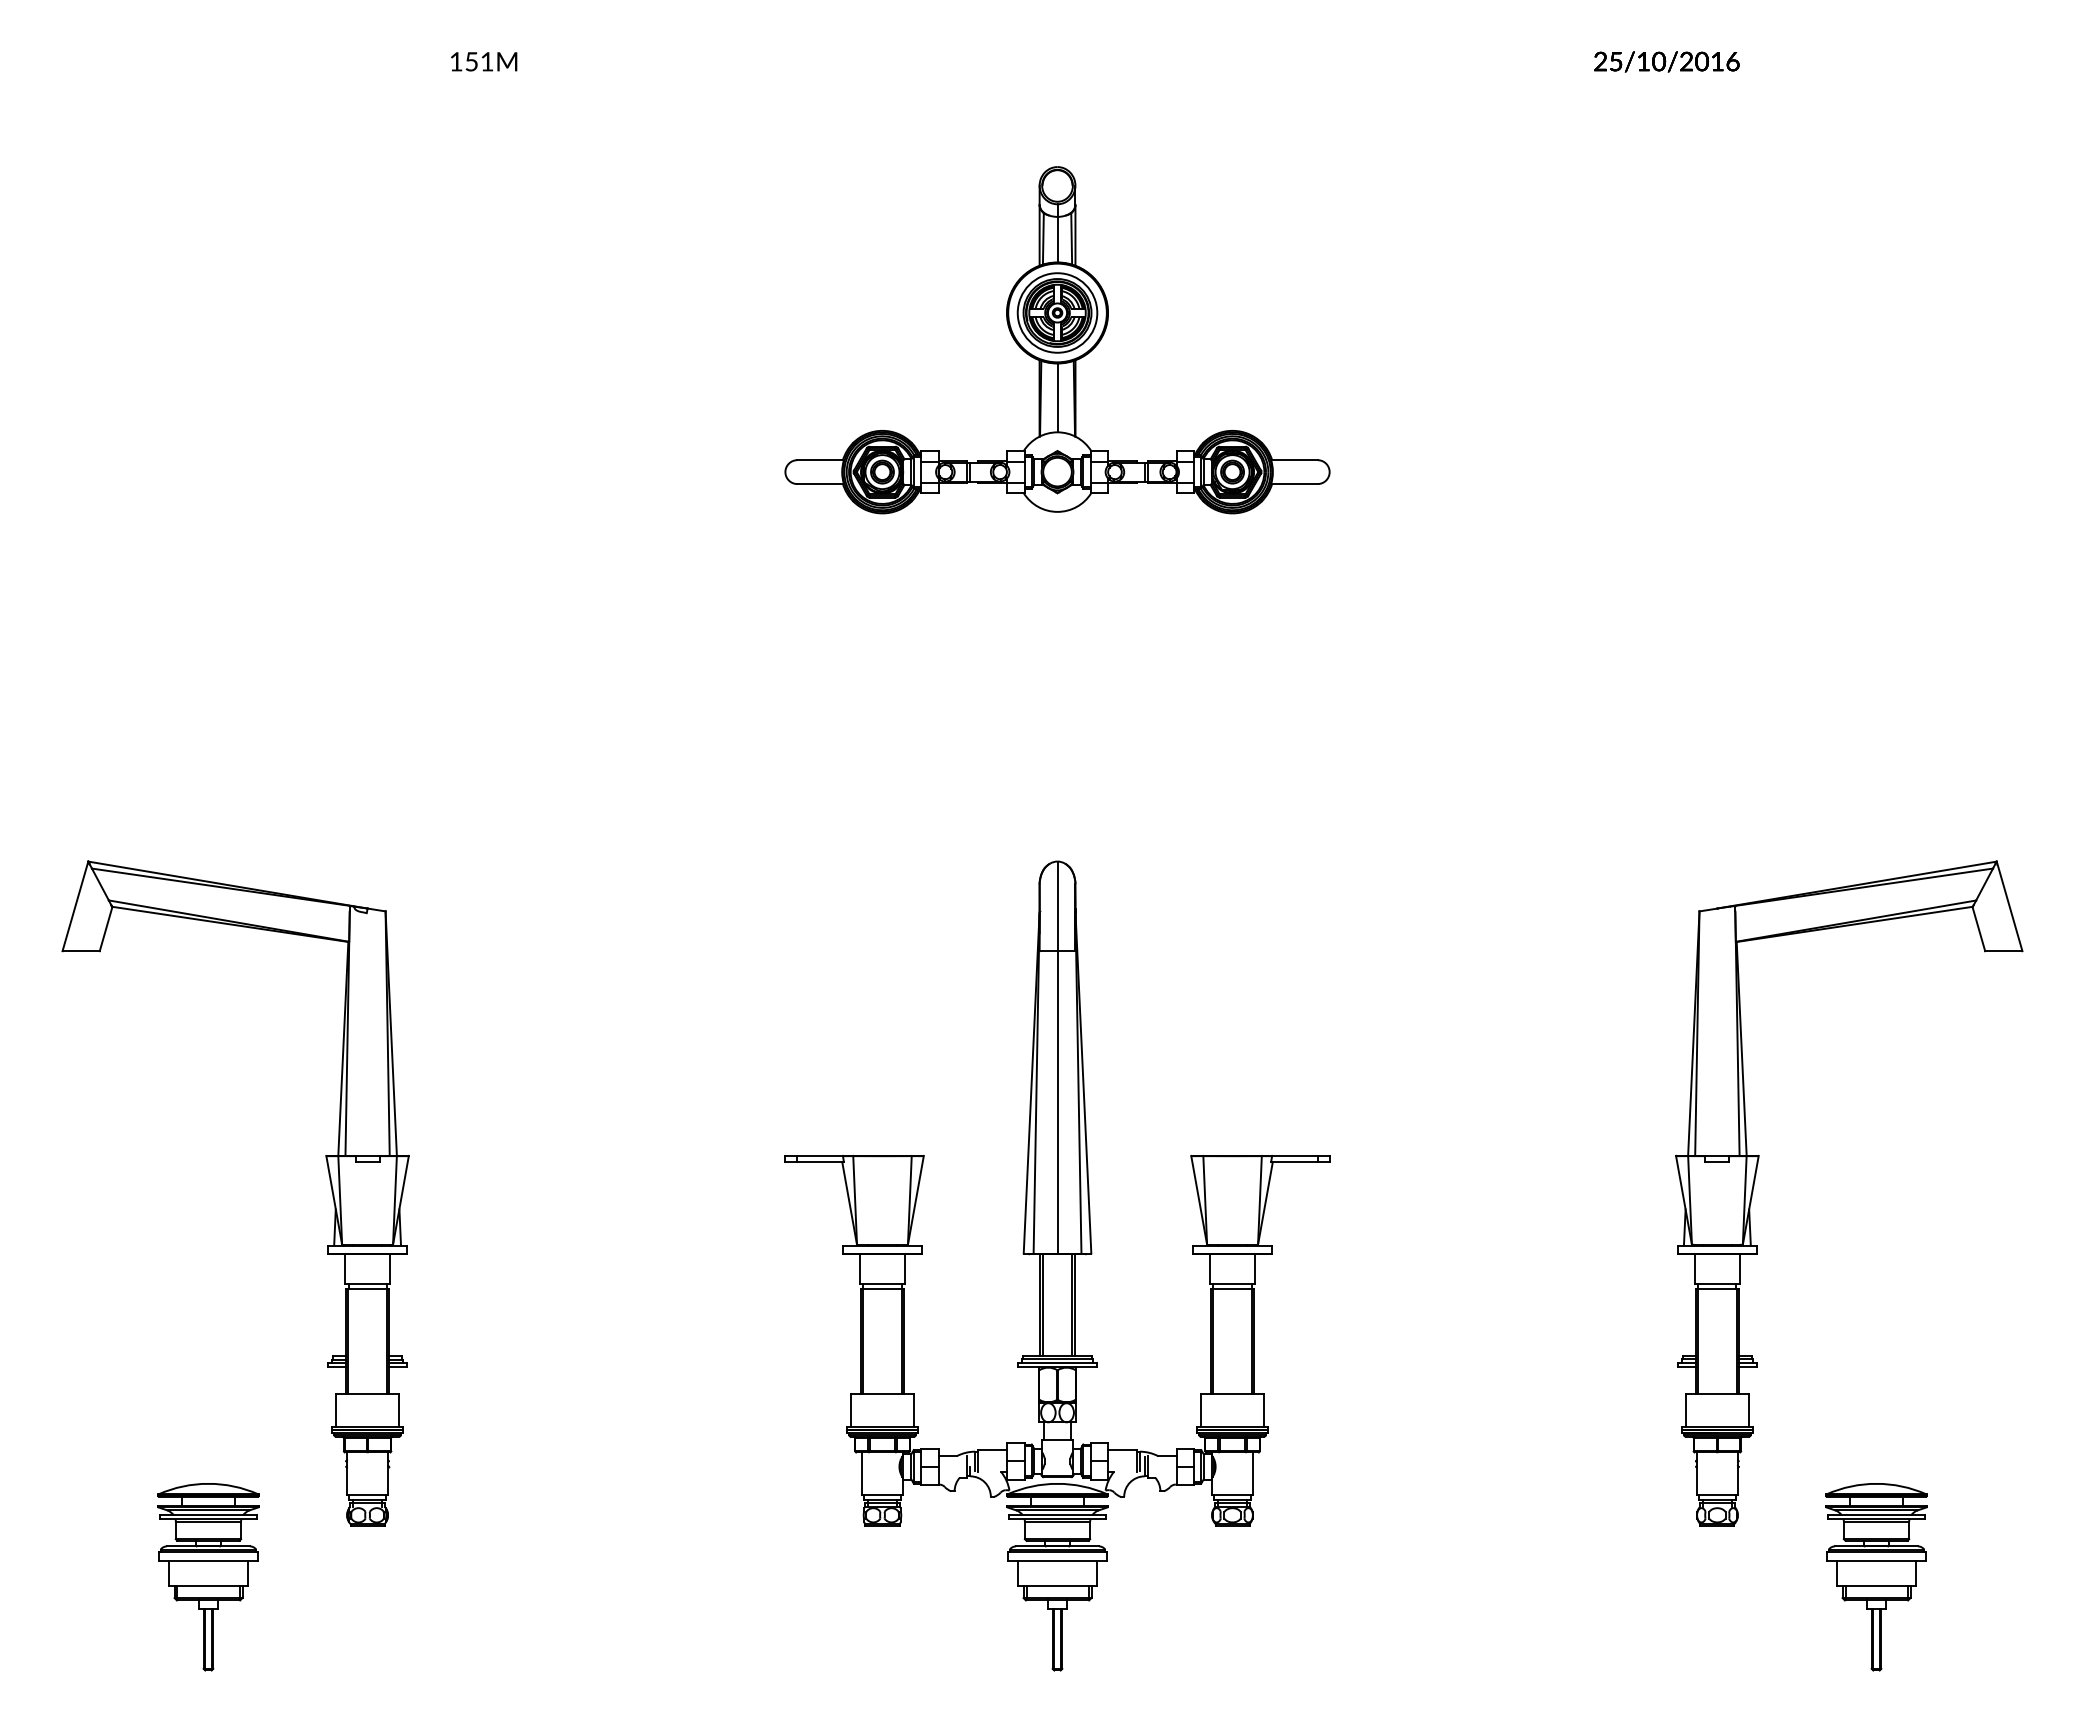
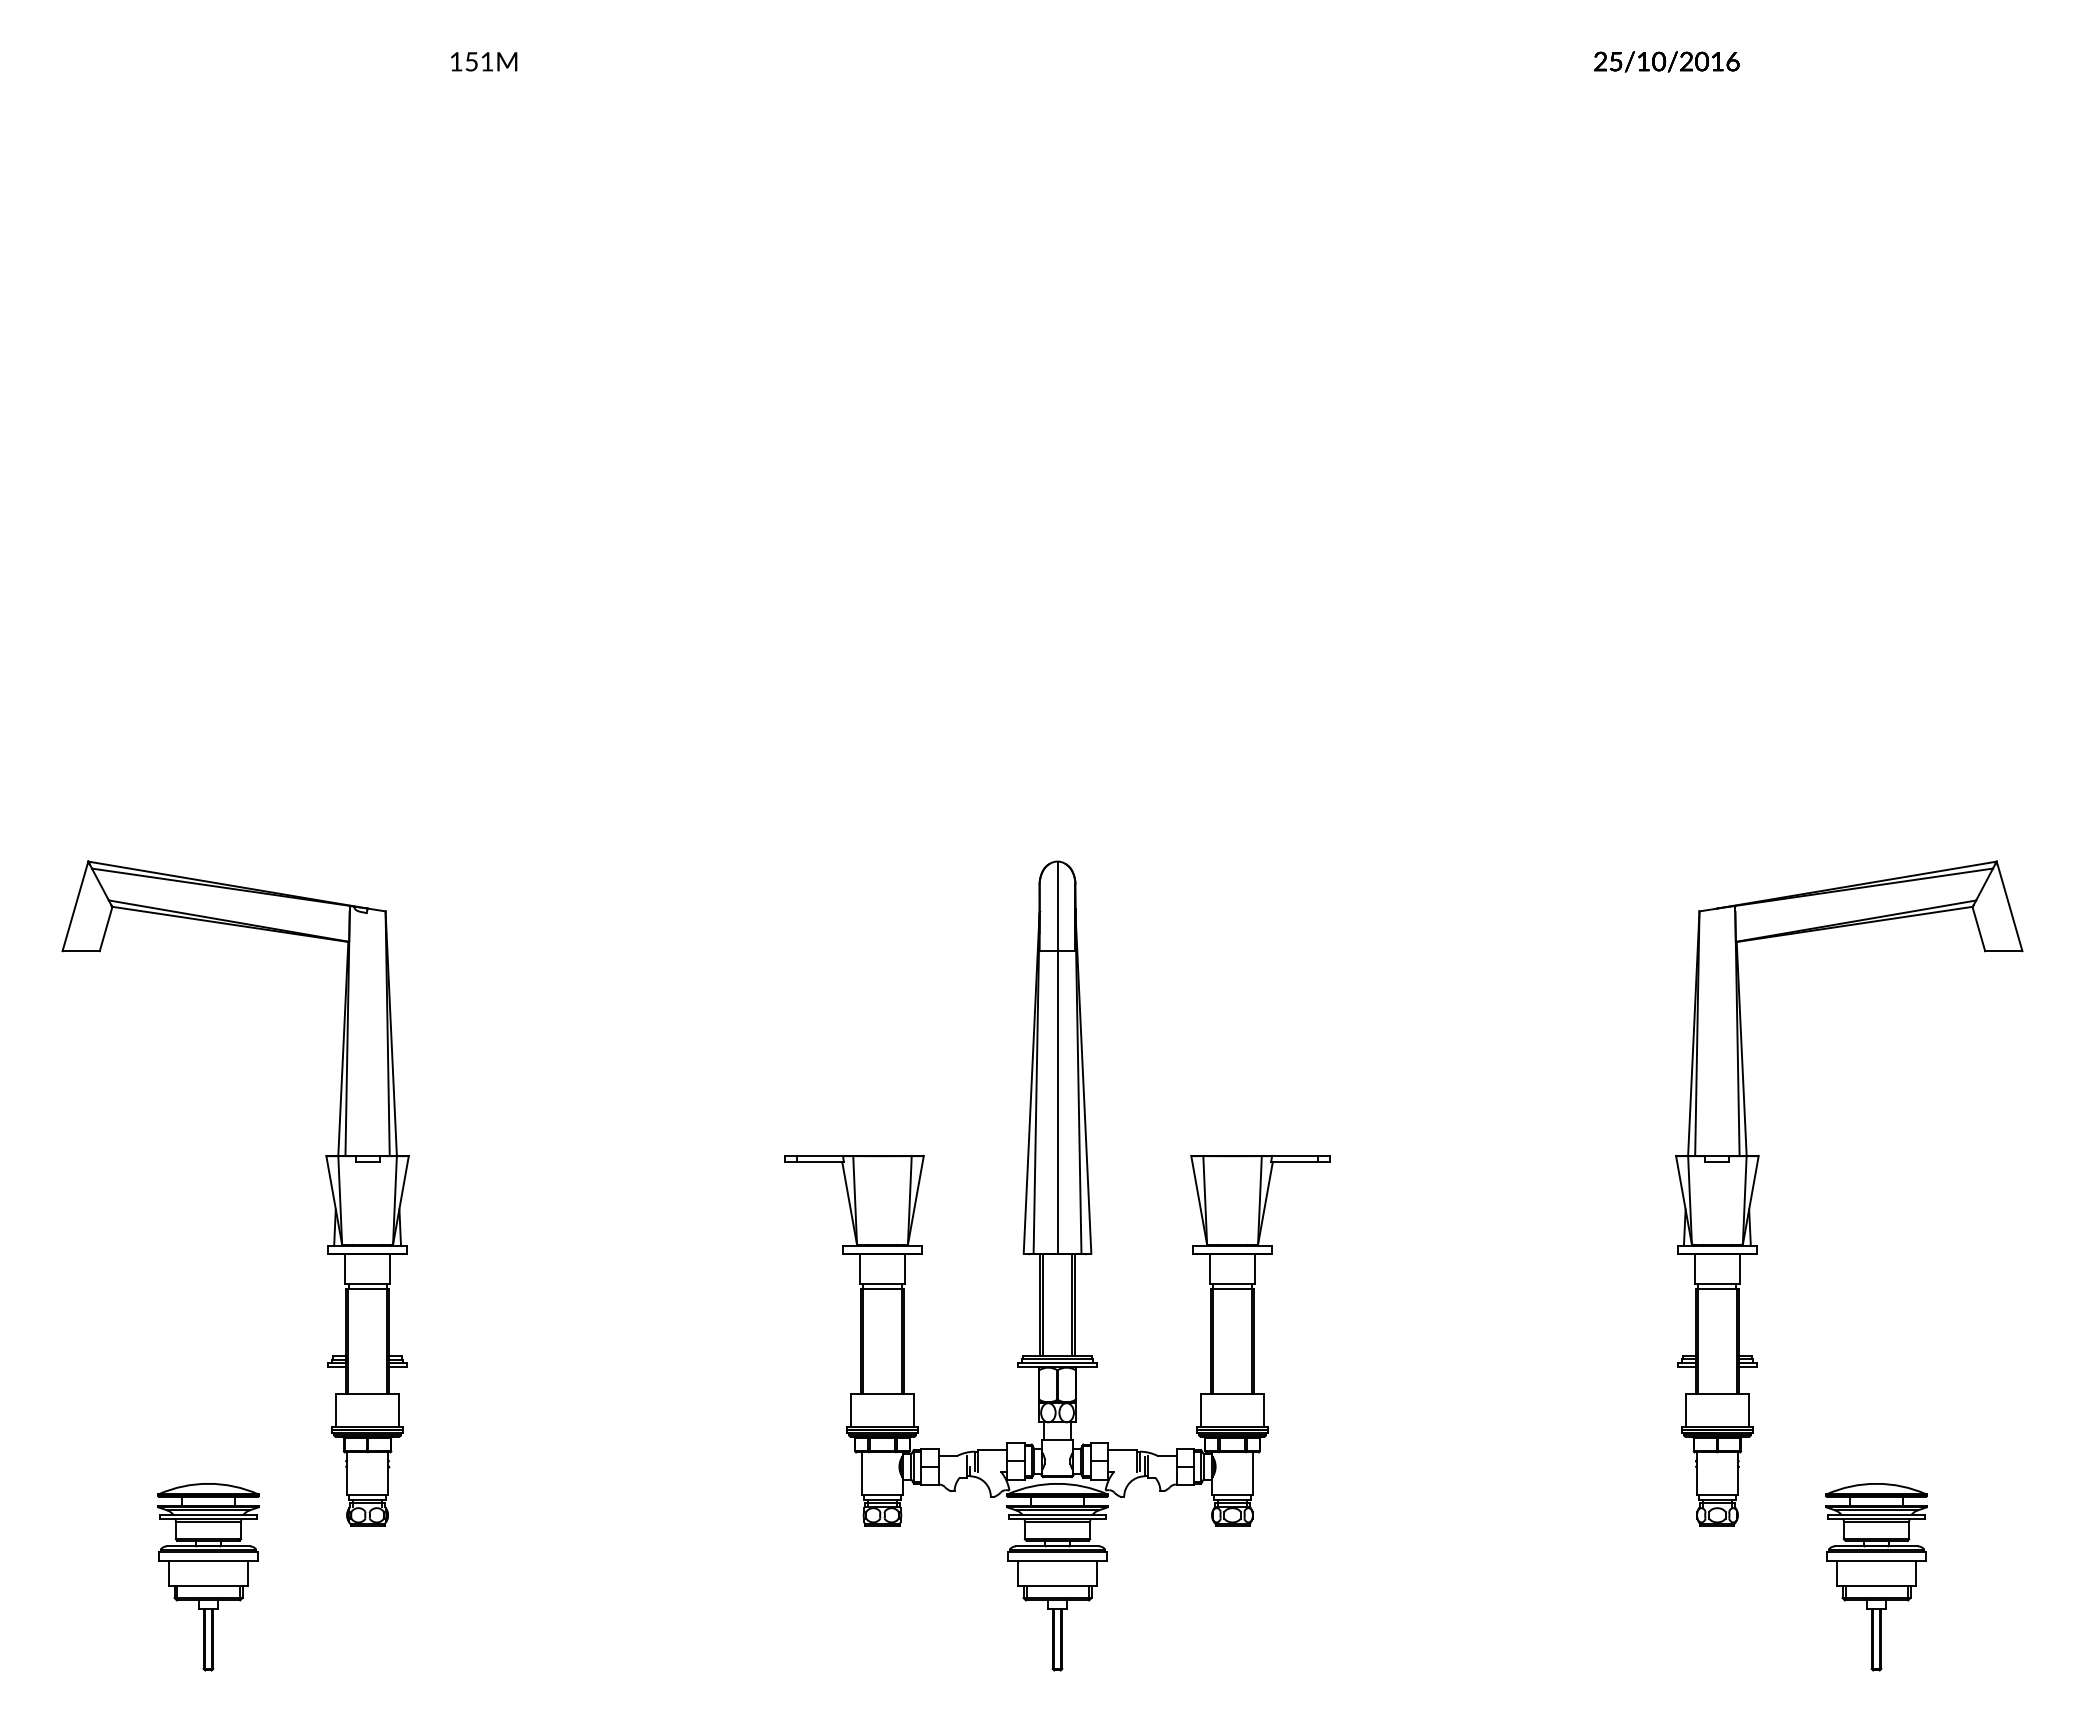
part at (1057, 340): present -> none
